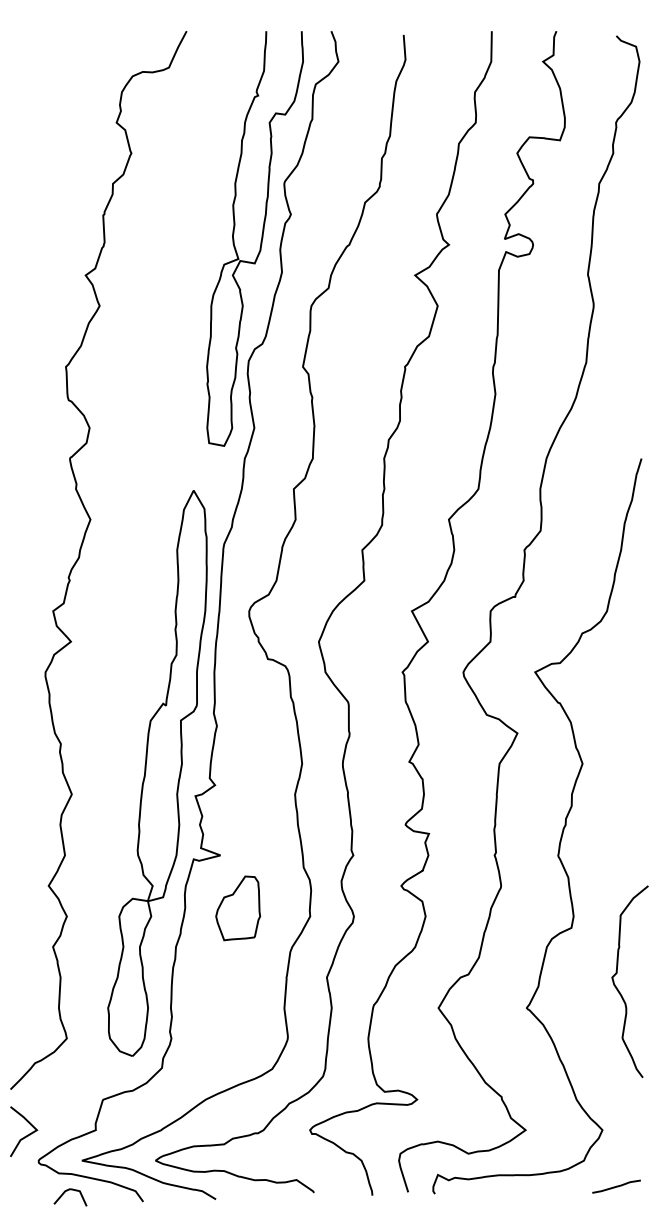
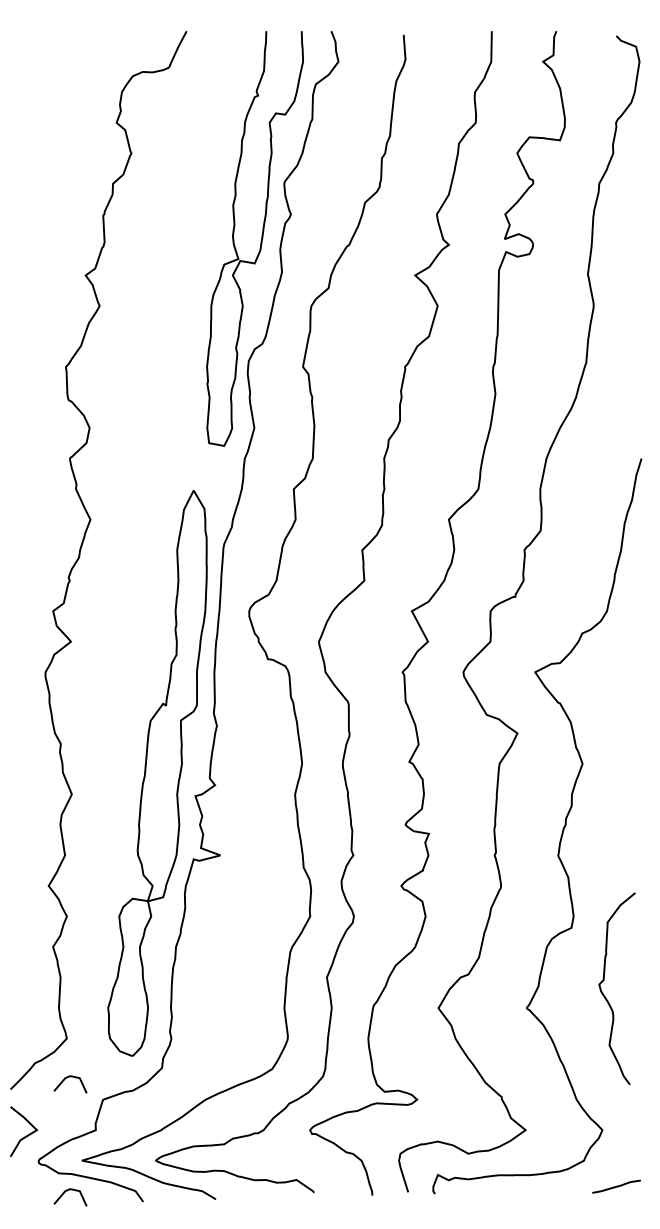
part at (238, 908): present -> none
curve at (617, 987) position: (617, 987) -> (604, 994)
curve at (67, 1078): none -> present
